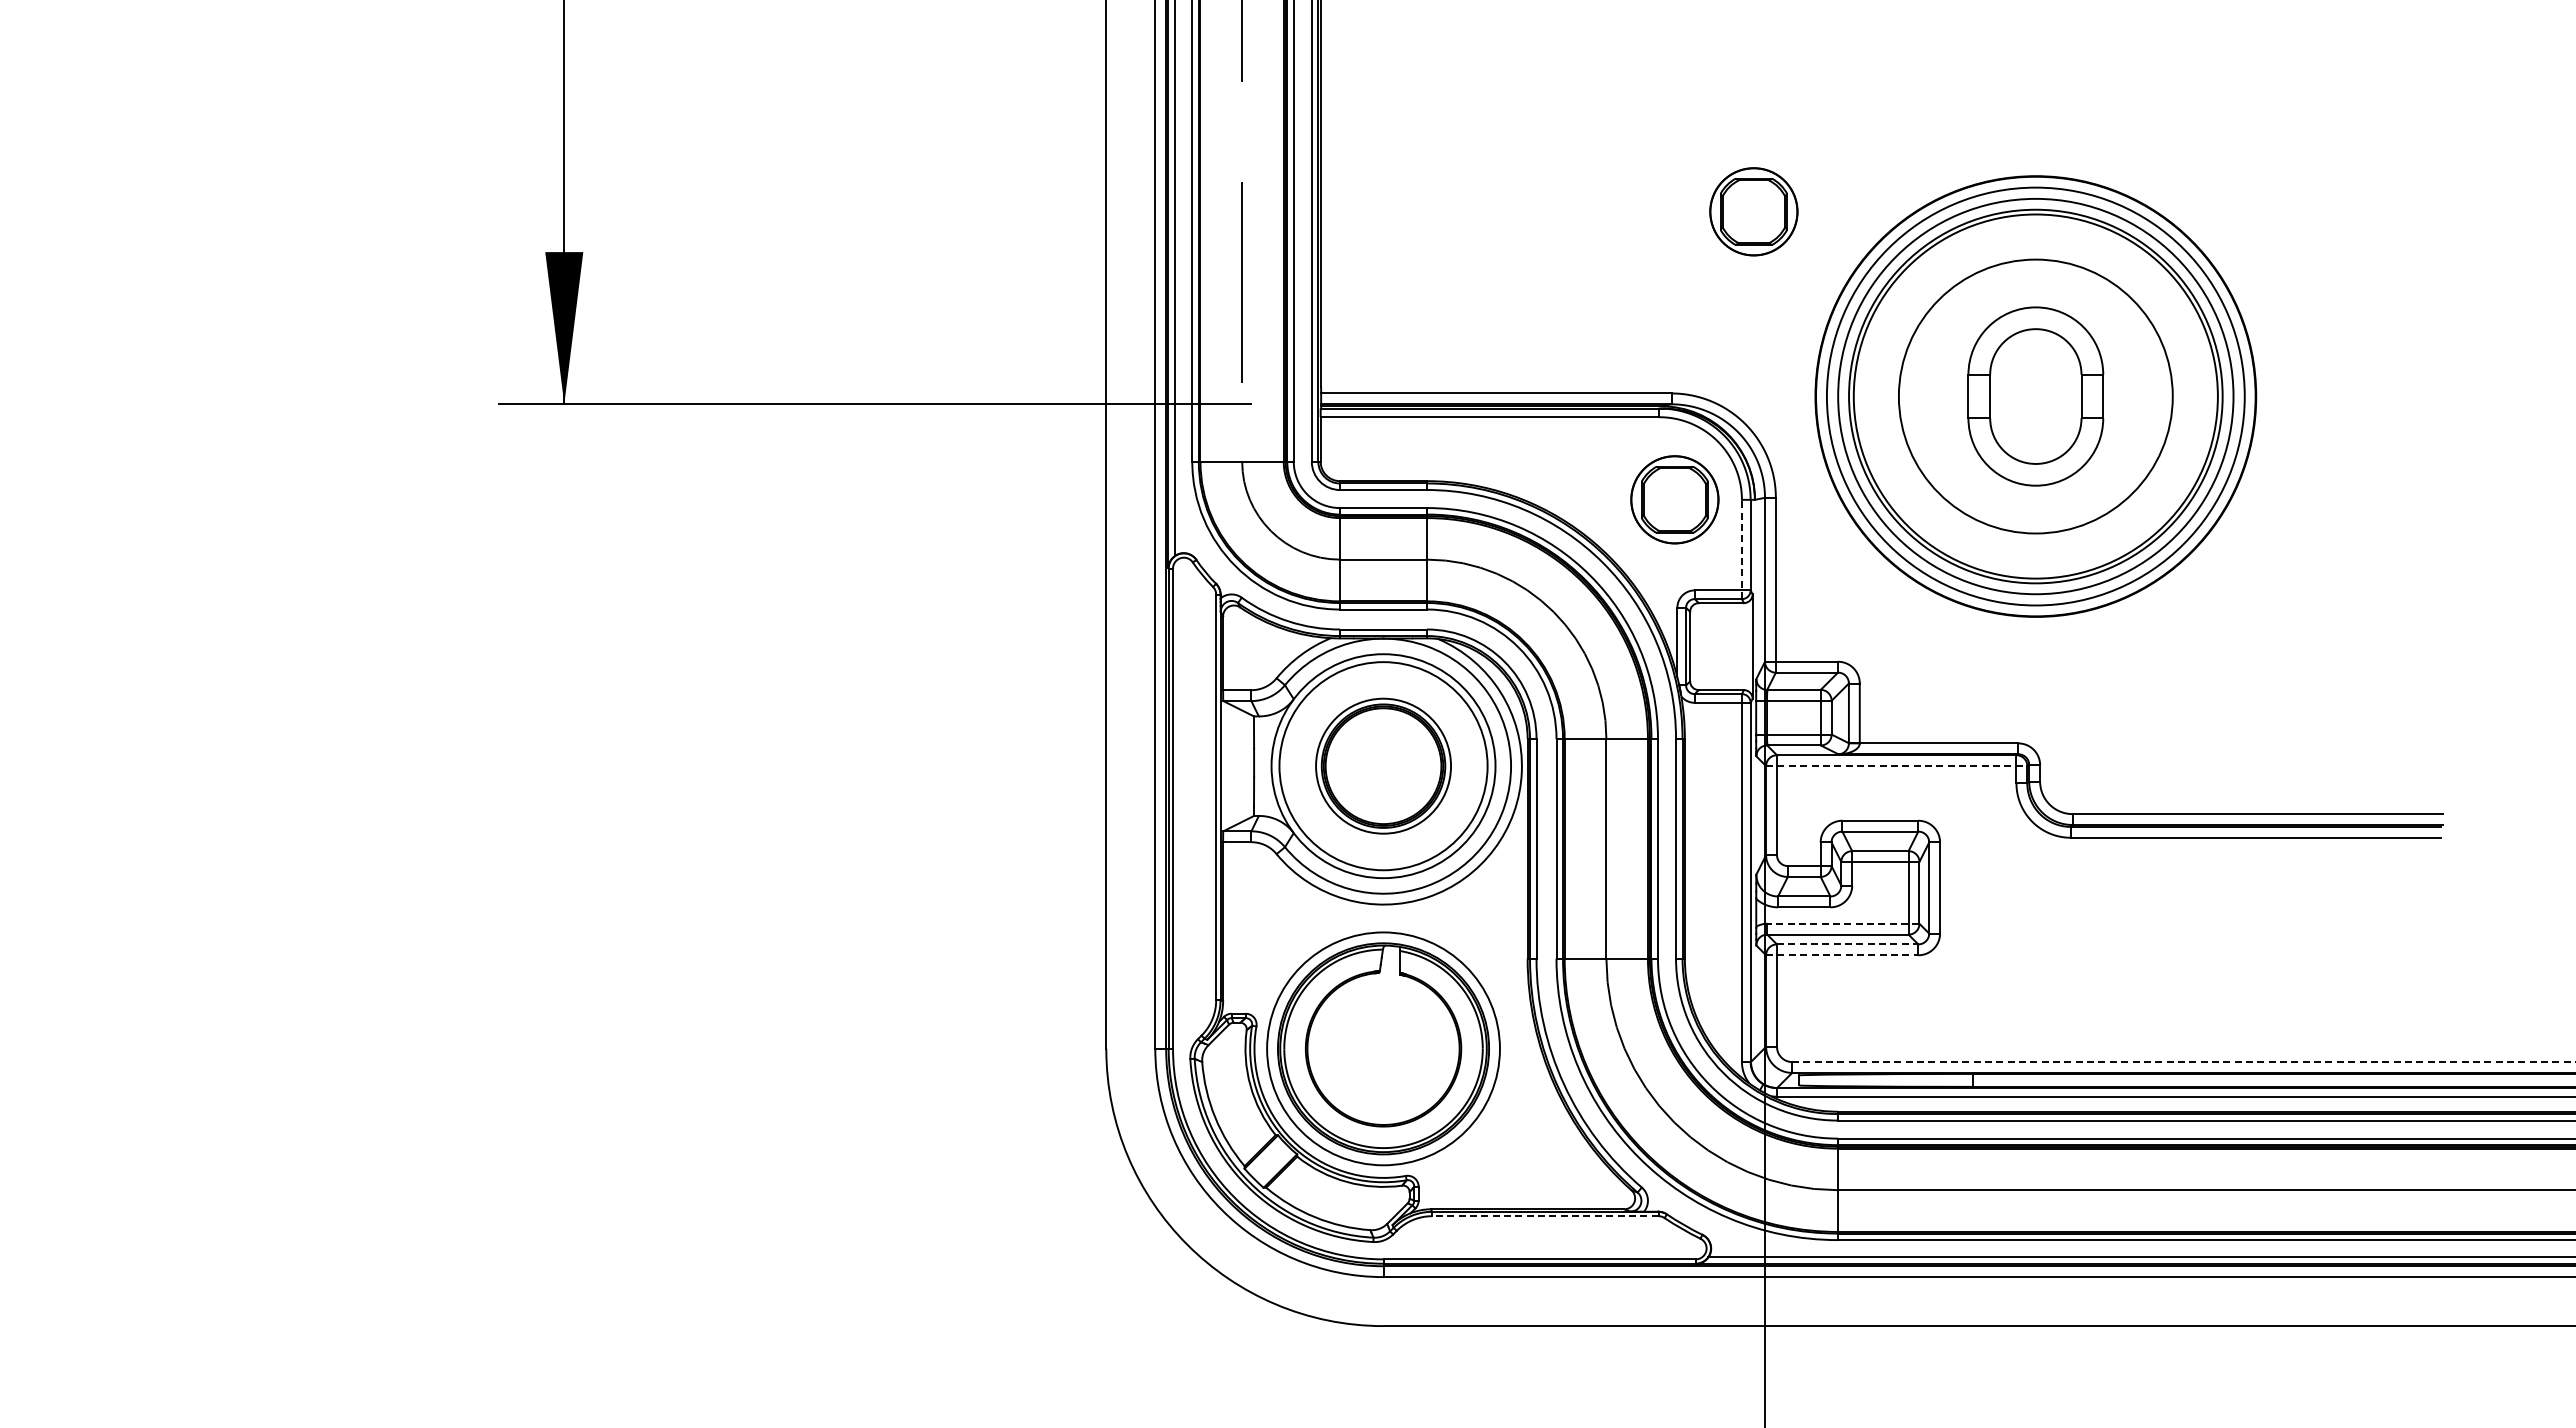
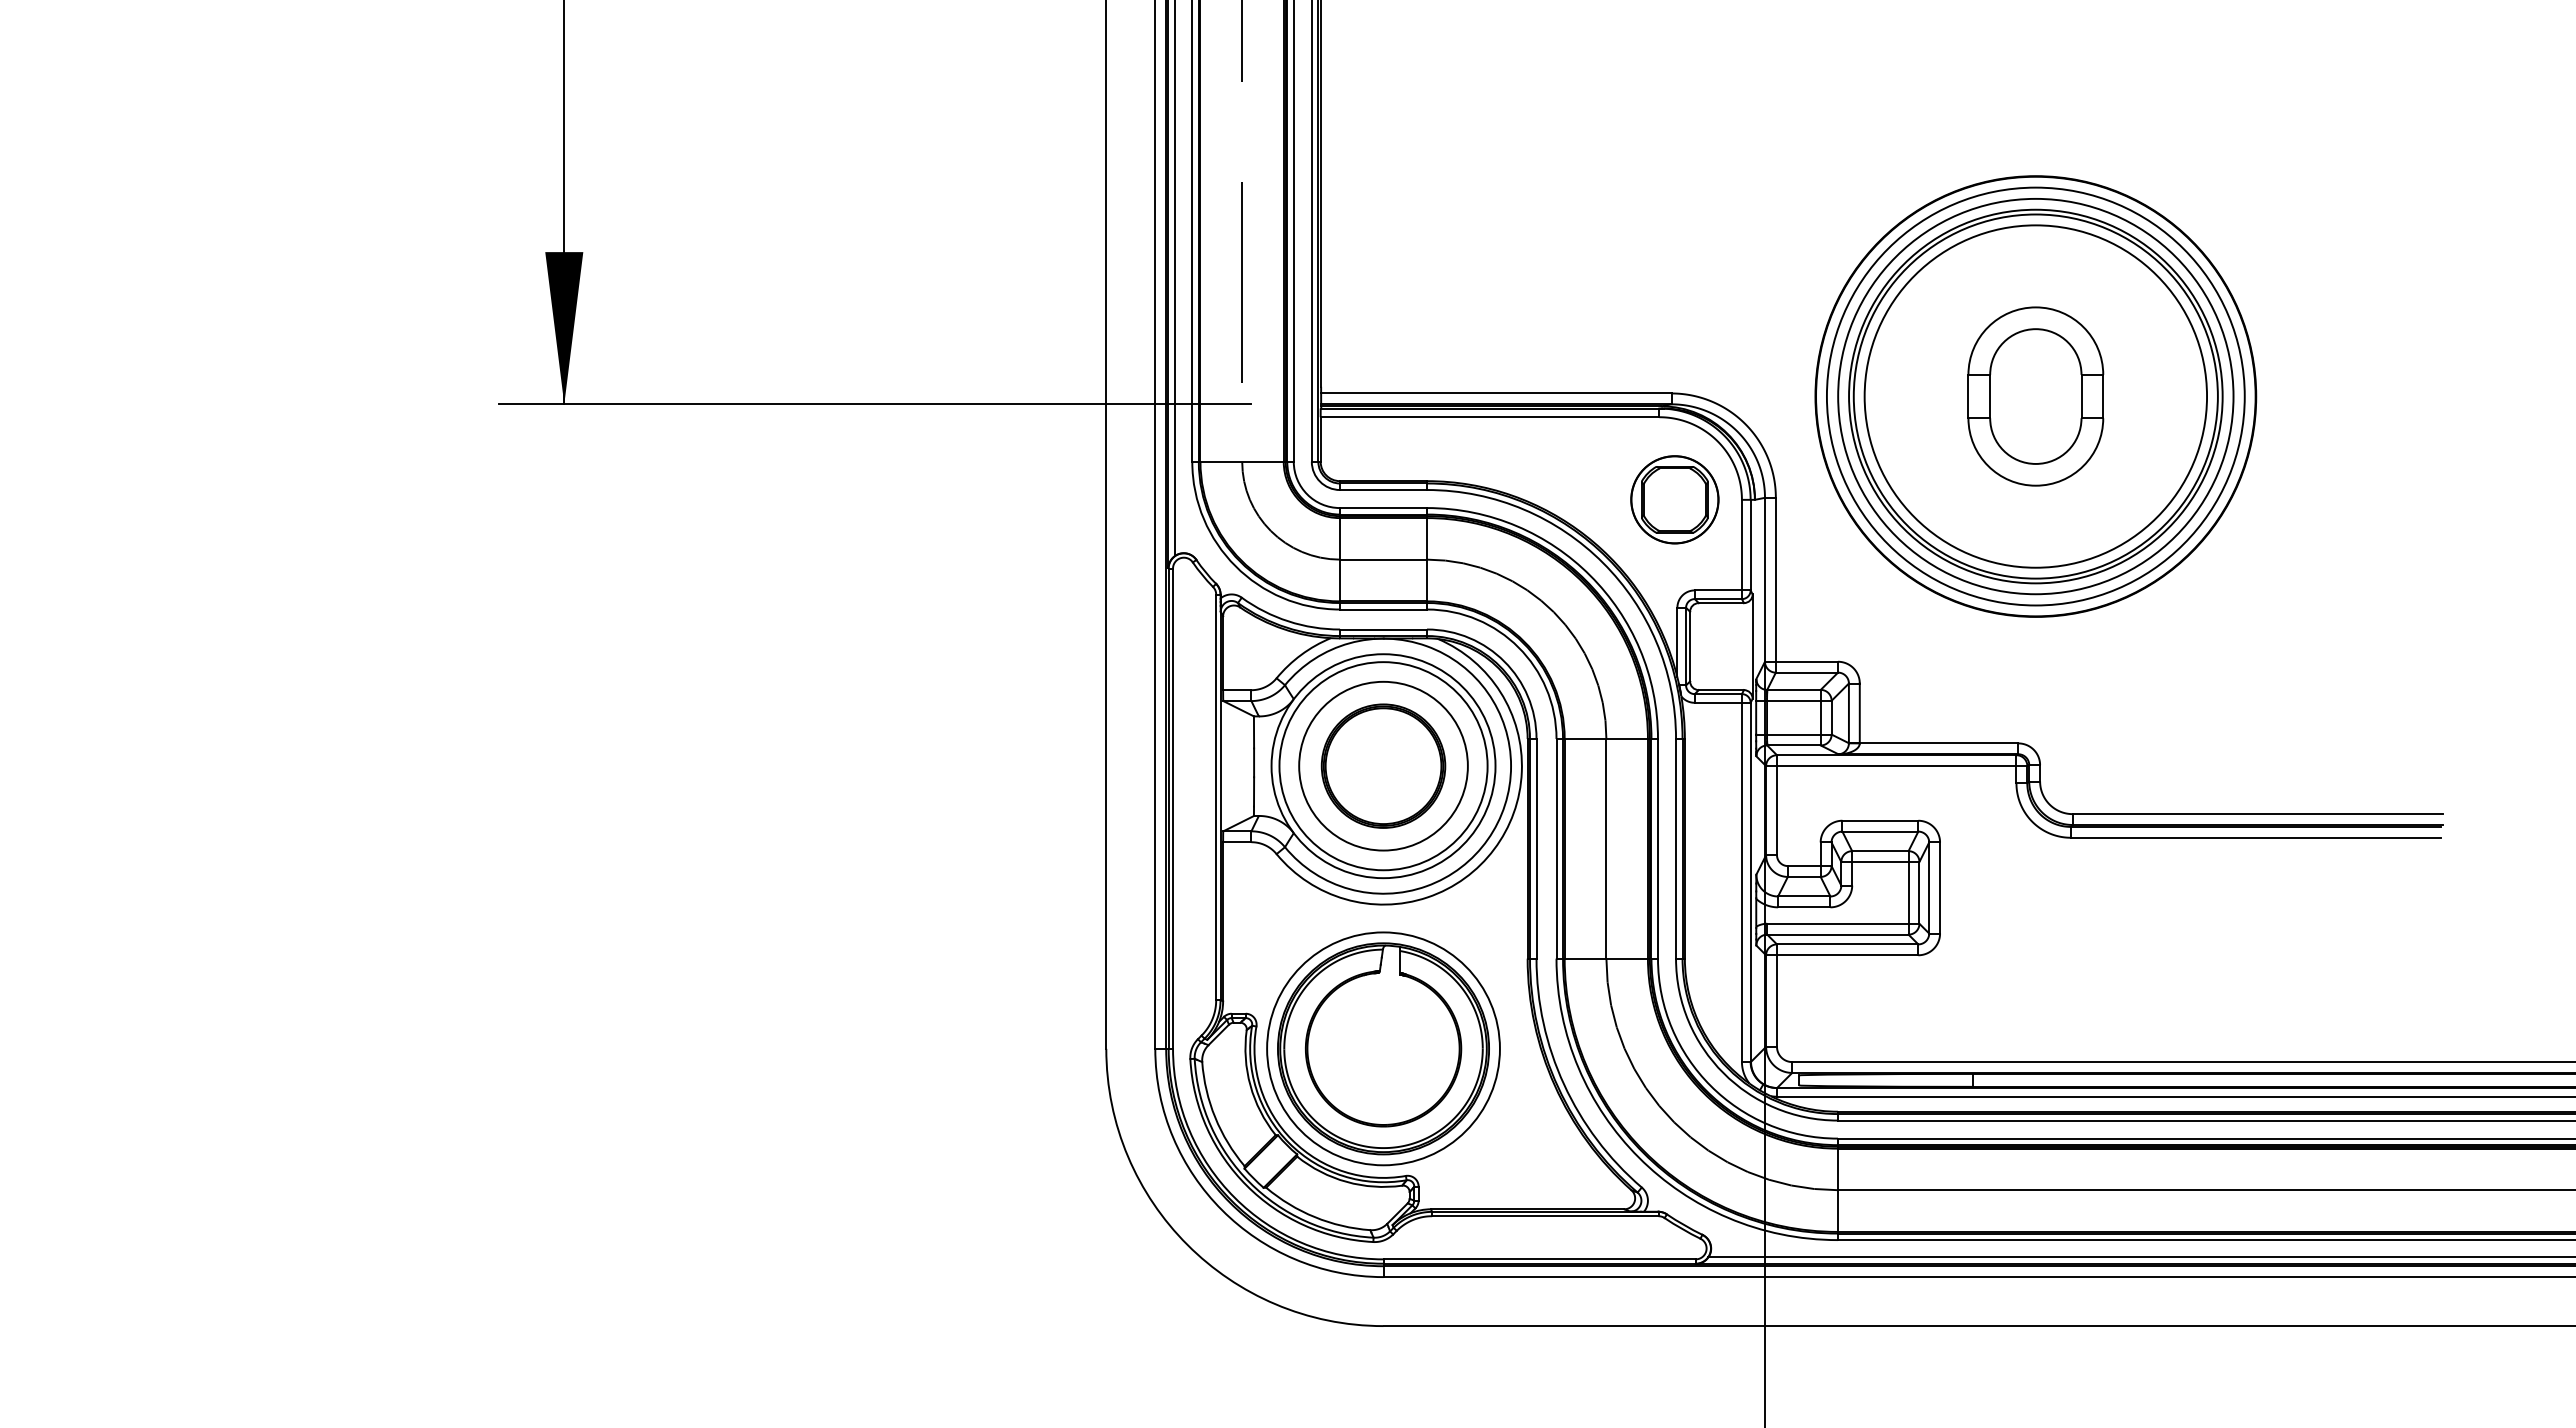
part at (1753, 211): present -> none
circle at (2035, 396) diameter: 274 px -> 342 px
line at (1741, 549): dashed -> solid
circle at (1383, 765) diameter: 135 px -> 169 px
line at (1896, 766): dashed -> solid
line at (1842, 923): dashed -> solid
line at (1847, 944): dashed -> solid
line at (1842, 955): dashed -> solid
line at (2183, 1062): dashed -> solid
line at (1544, 1216): dashed -> solid
